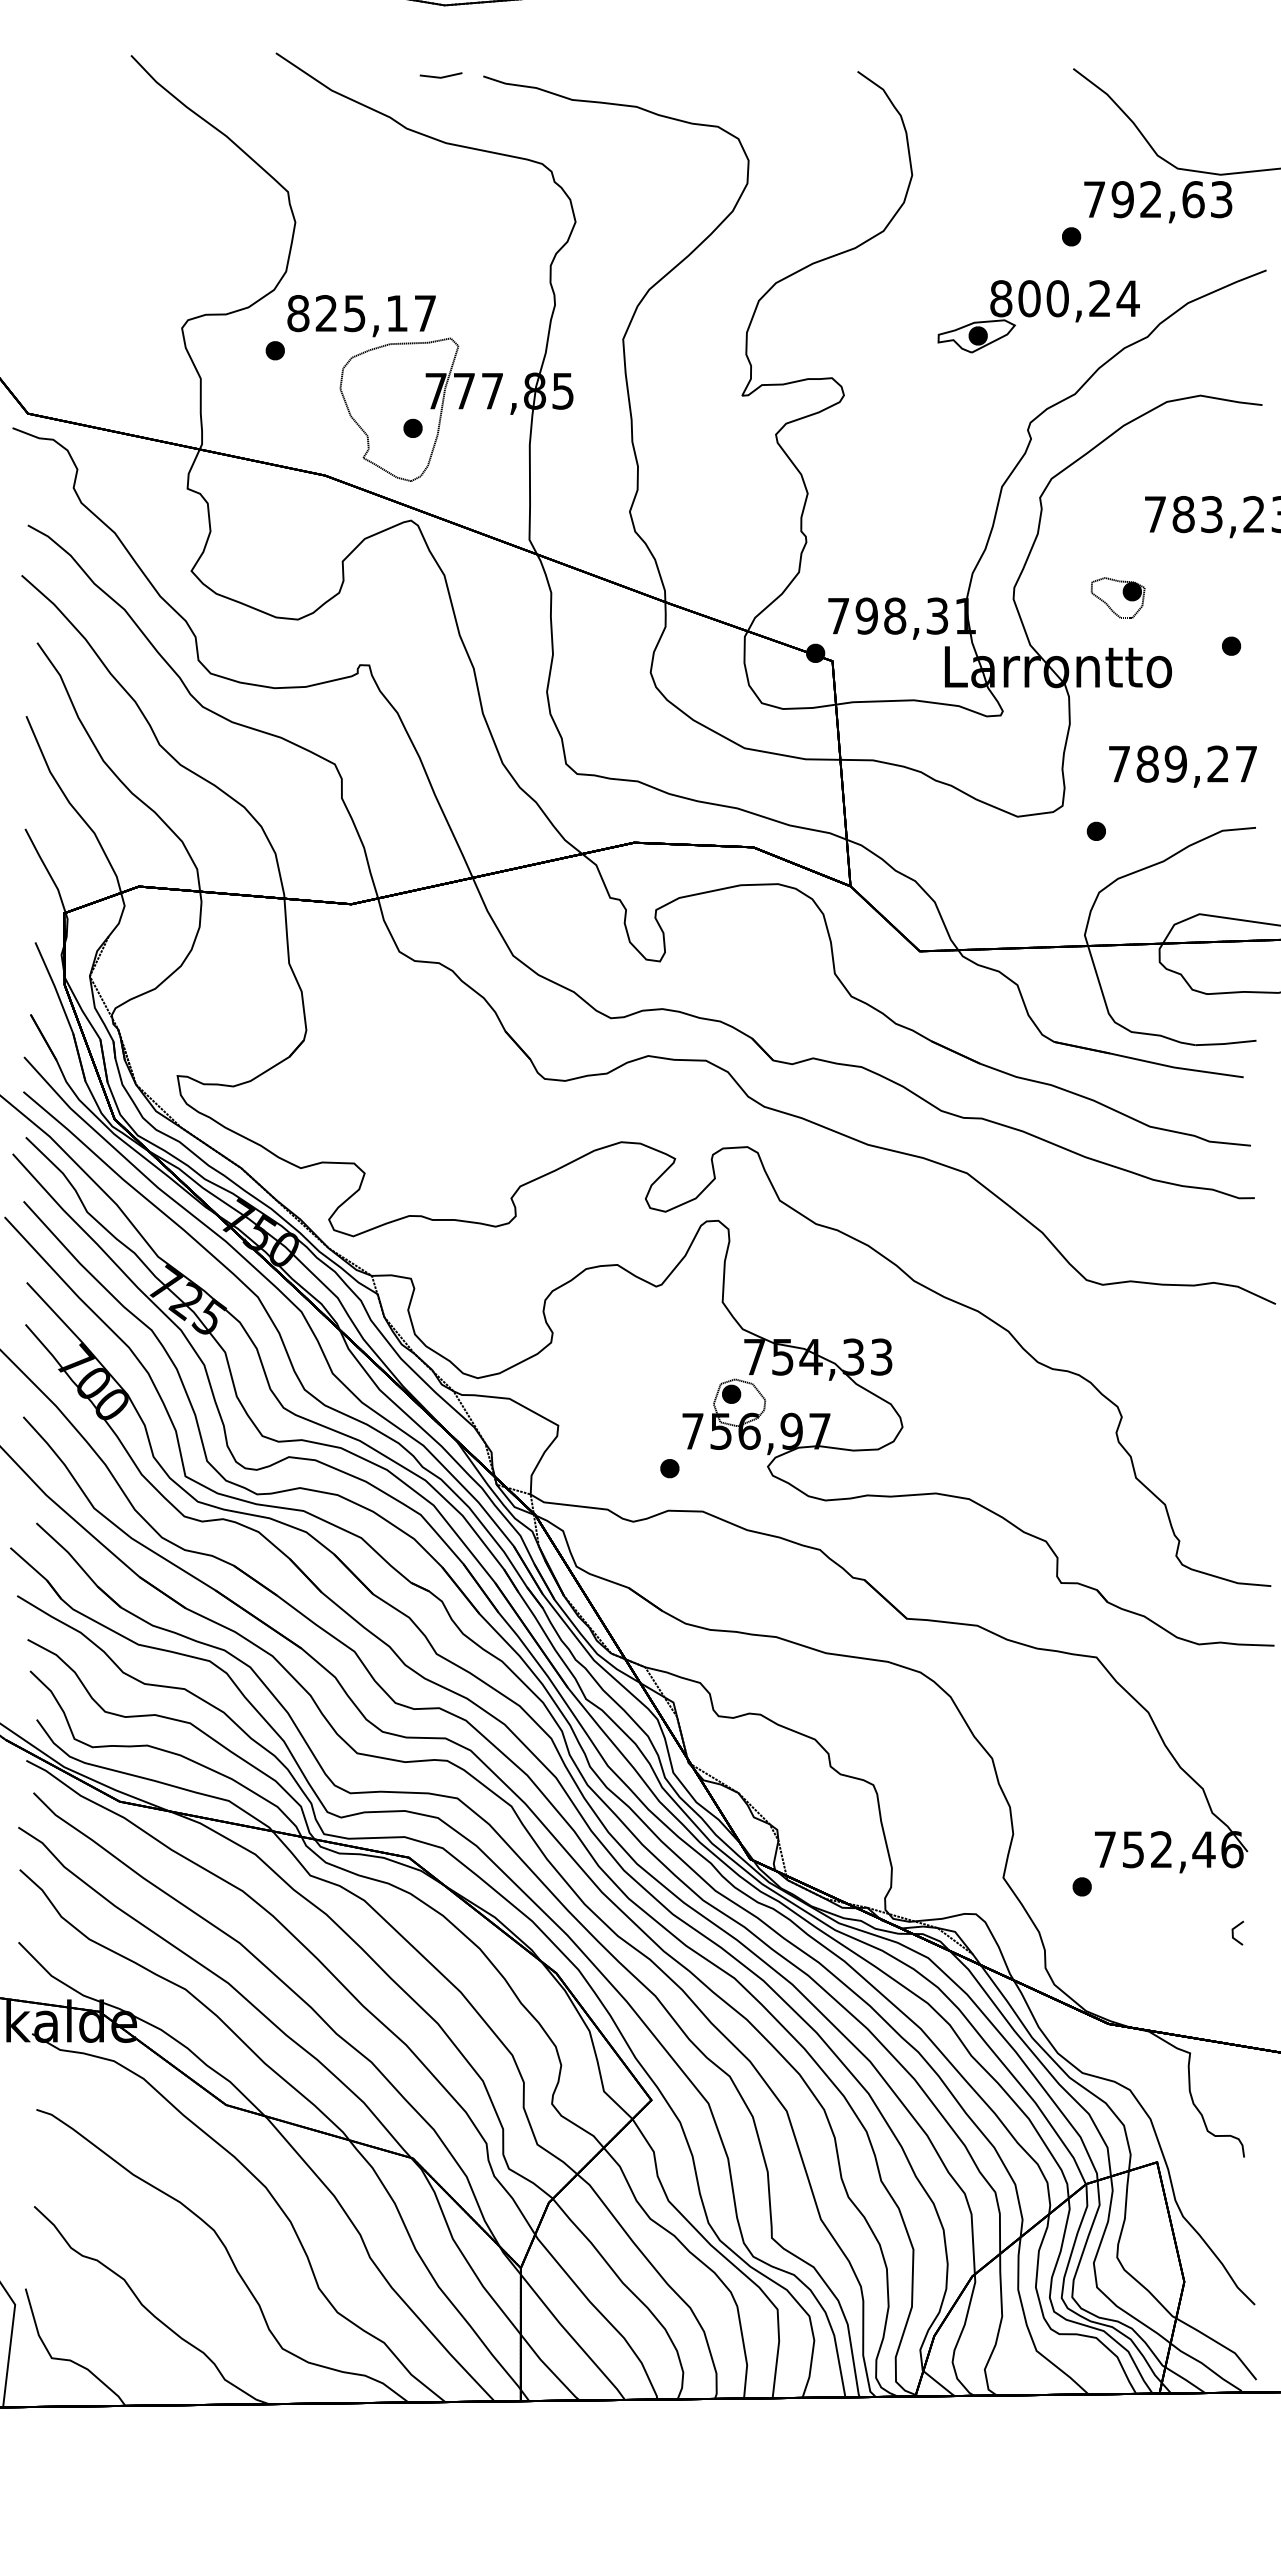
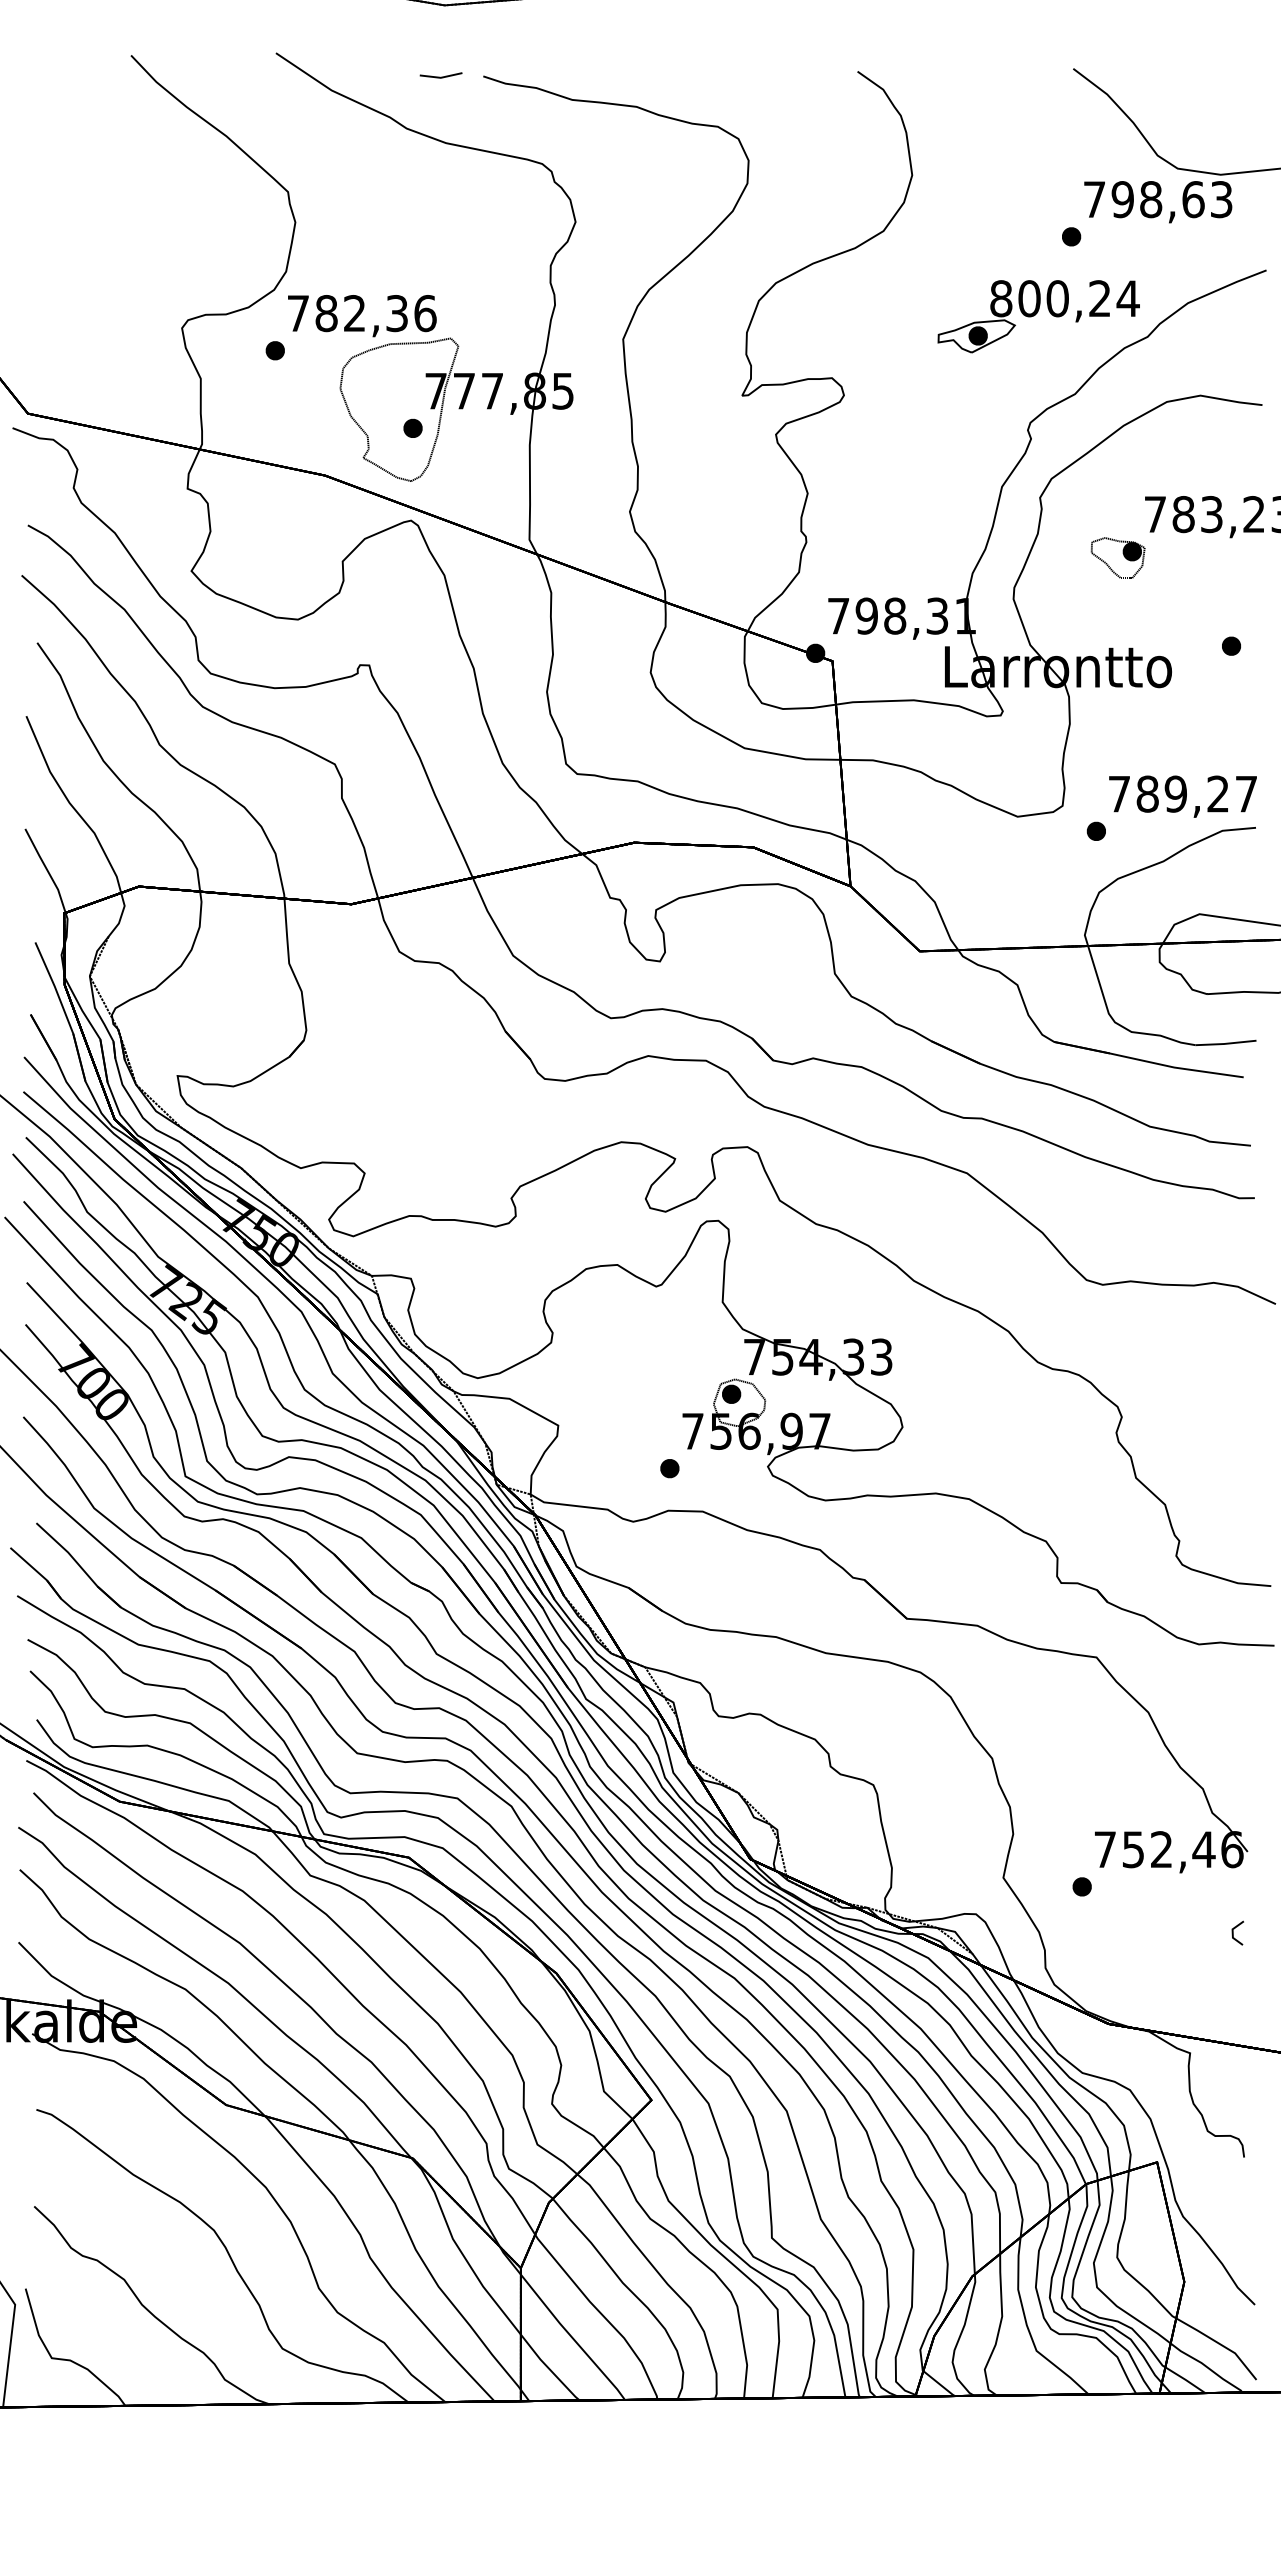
text at (1151, 199): 792,63 -> 798,63
text at (361, 313): 825,17 -> 782,36
part at (1123, 596) position: (1123, 596) -> (1123, 556)
text at (1182, 766) position: (1182, 766) -> (1182, 796)
